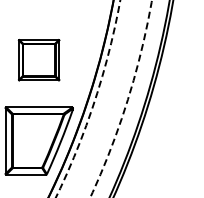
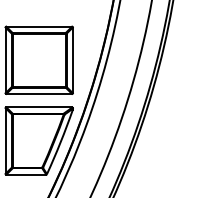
part at (38, 60) size: 44x43 px -> 70x70 px
circle at (121, 98): dashed -> solid
arc at (94, 100): dashed -> solid
